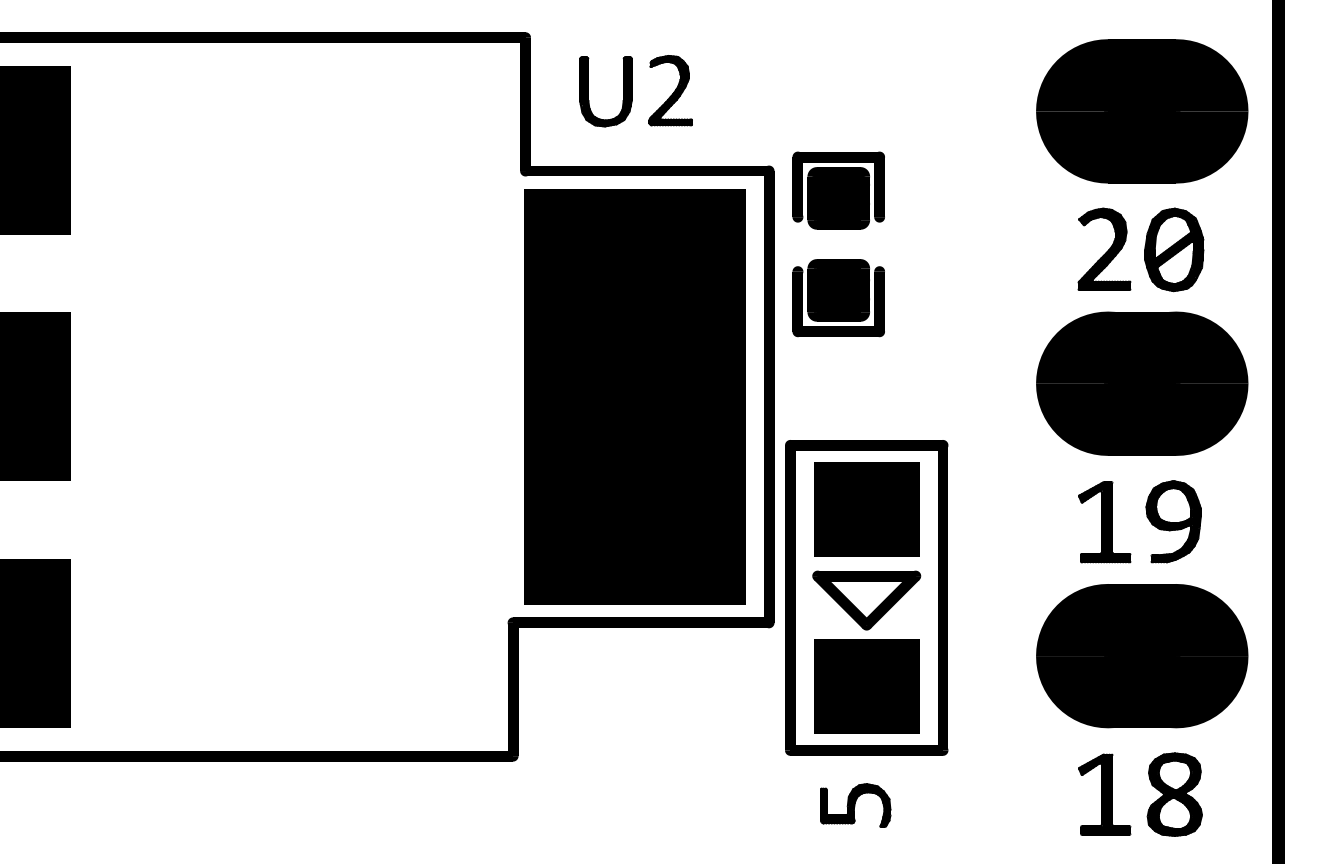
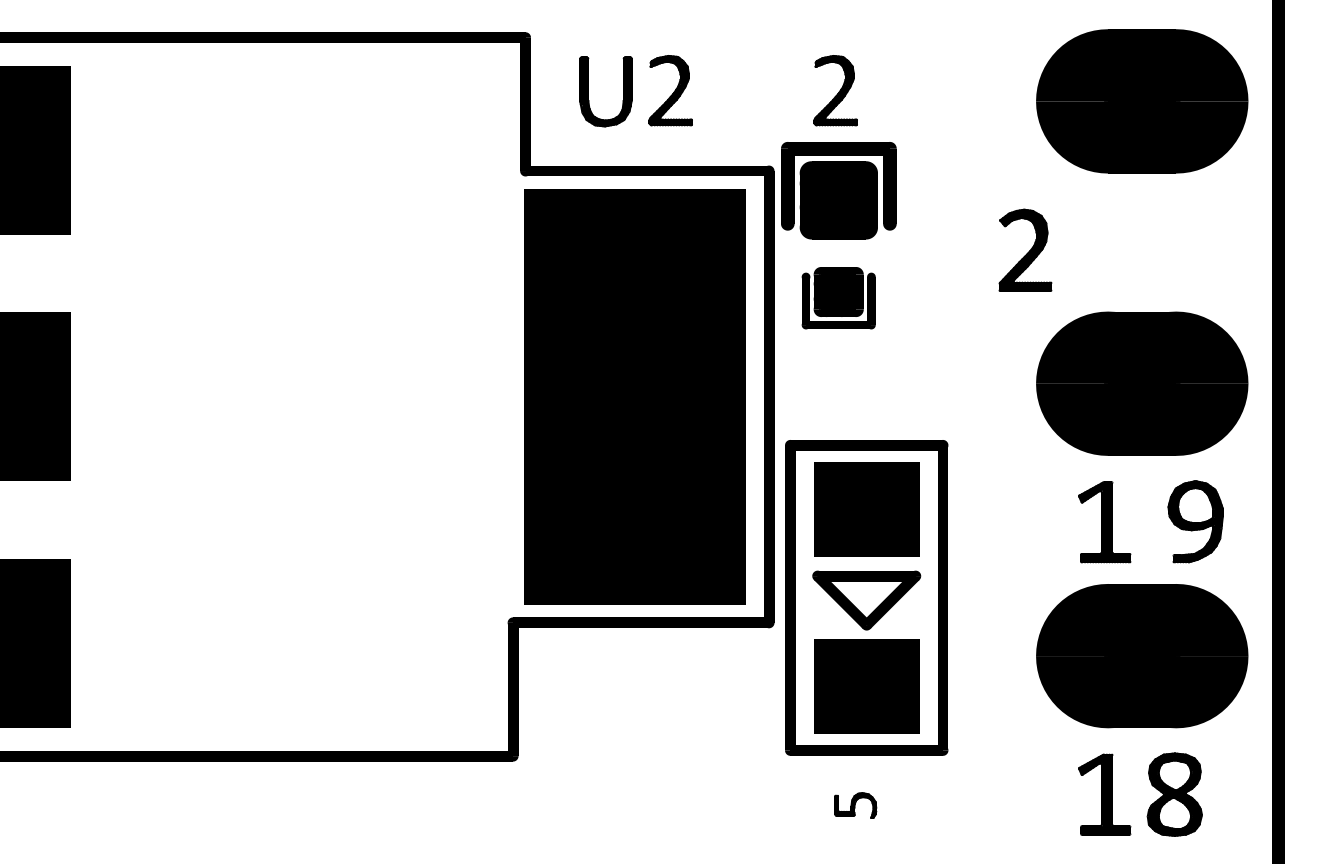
part at (835, 90): none -> present
part at (1142, 111) position: (1142, 111) -> (1142, 101)
part at (838, 190) size: 93x79 px -> 116x98 px
part at (1104, 248) position: (1104, 248) -> (1025, 249)
part at (1174, 249): present -> none
part at (838, 298) size: 93x79 px -> 75x63 px
part at (1173, 521) position: (1173, 521) -> (1195, 521)
part at (855, 805) size: 72x45 px -> 44x27 px
